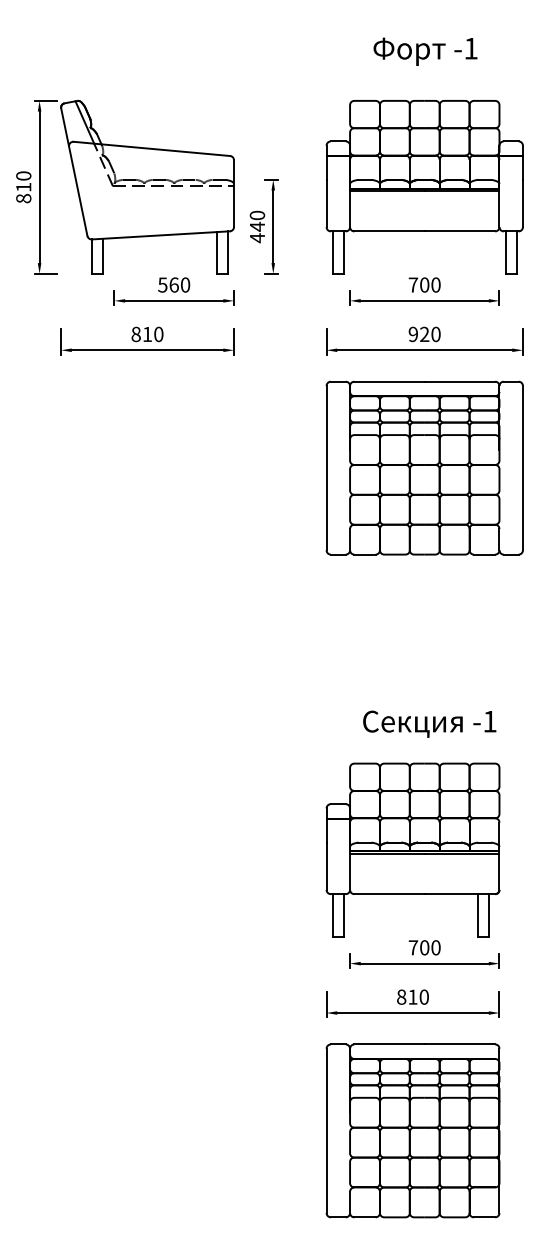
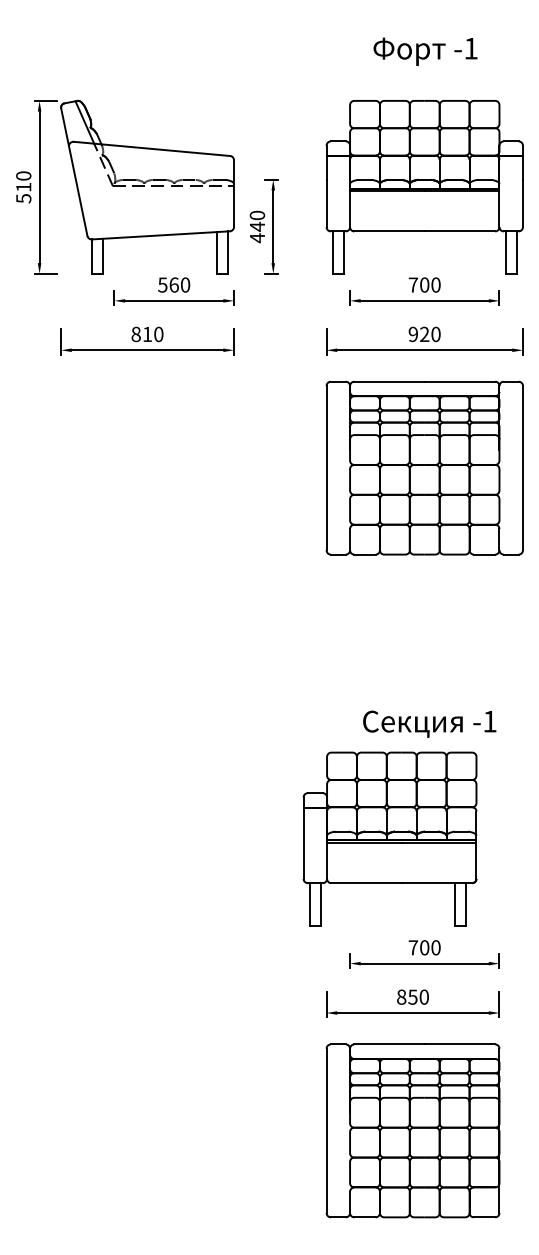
text at (23, 198): 810 -> 510
part at (412, 849) position: (412, 849) -> (389, 838)
text at (412, 996): 810 -> 850
